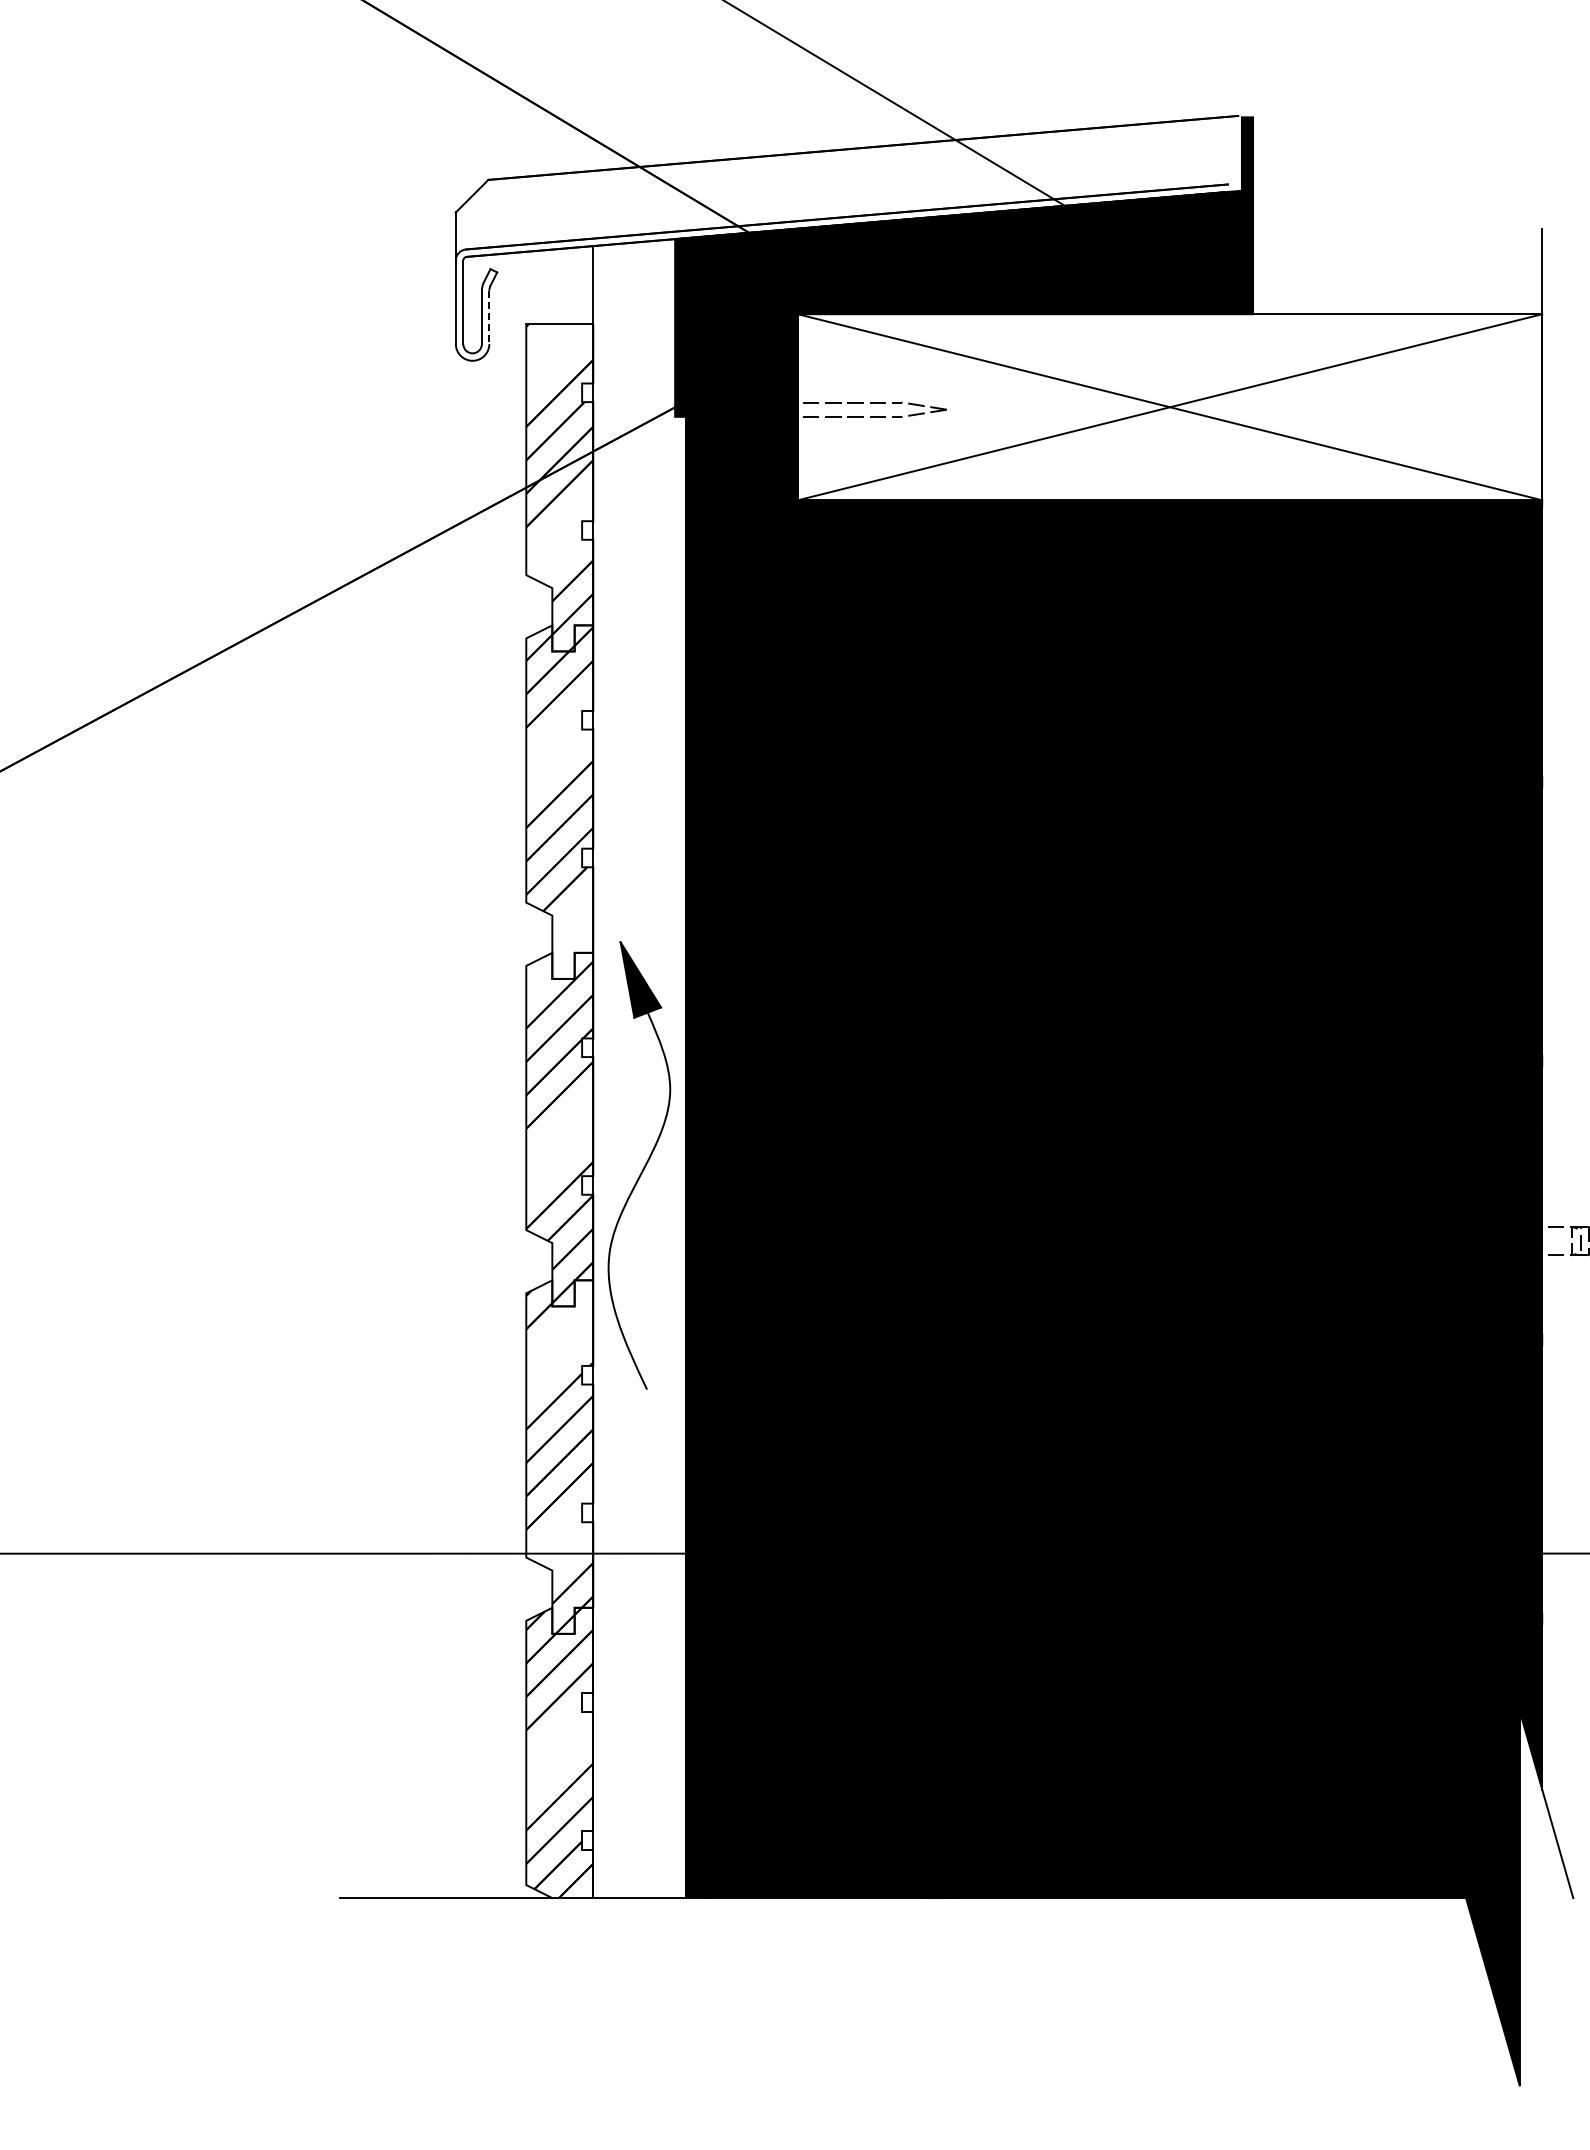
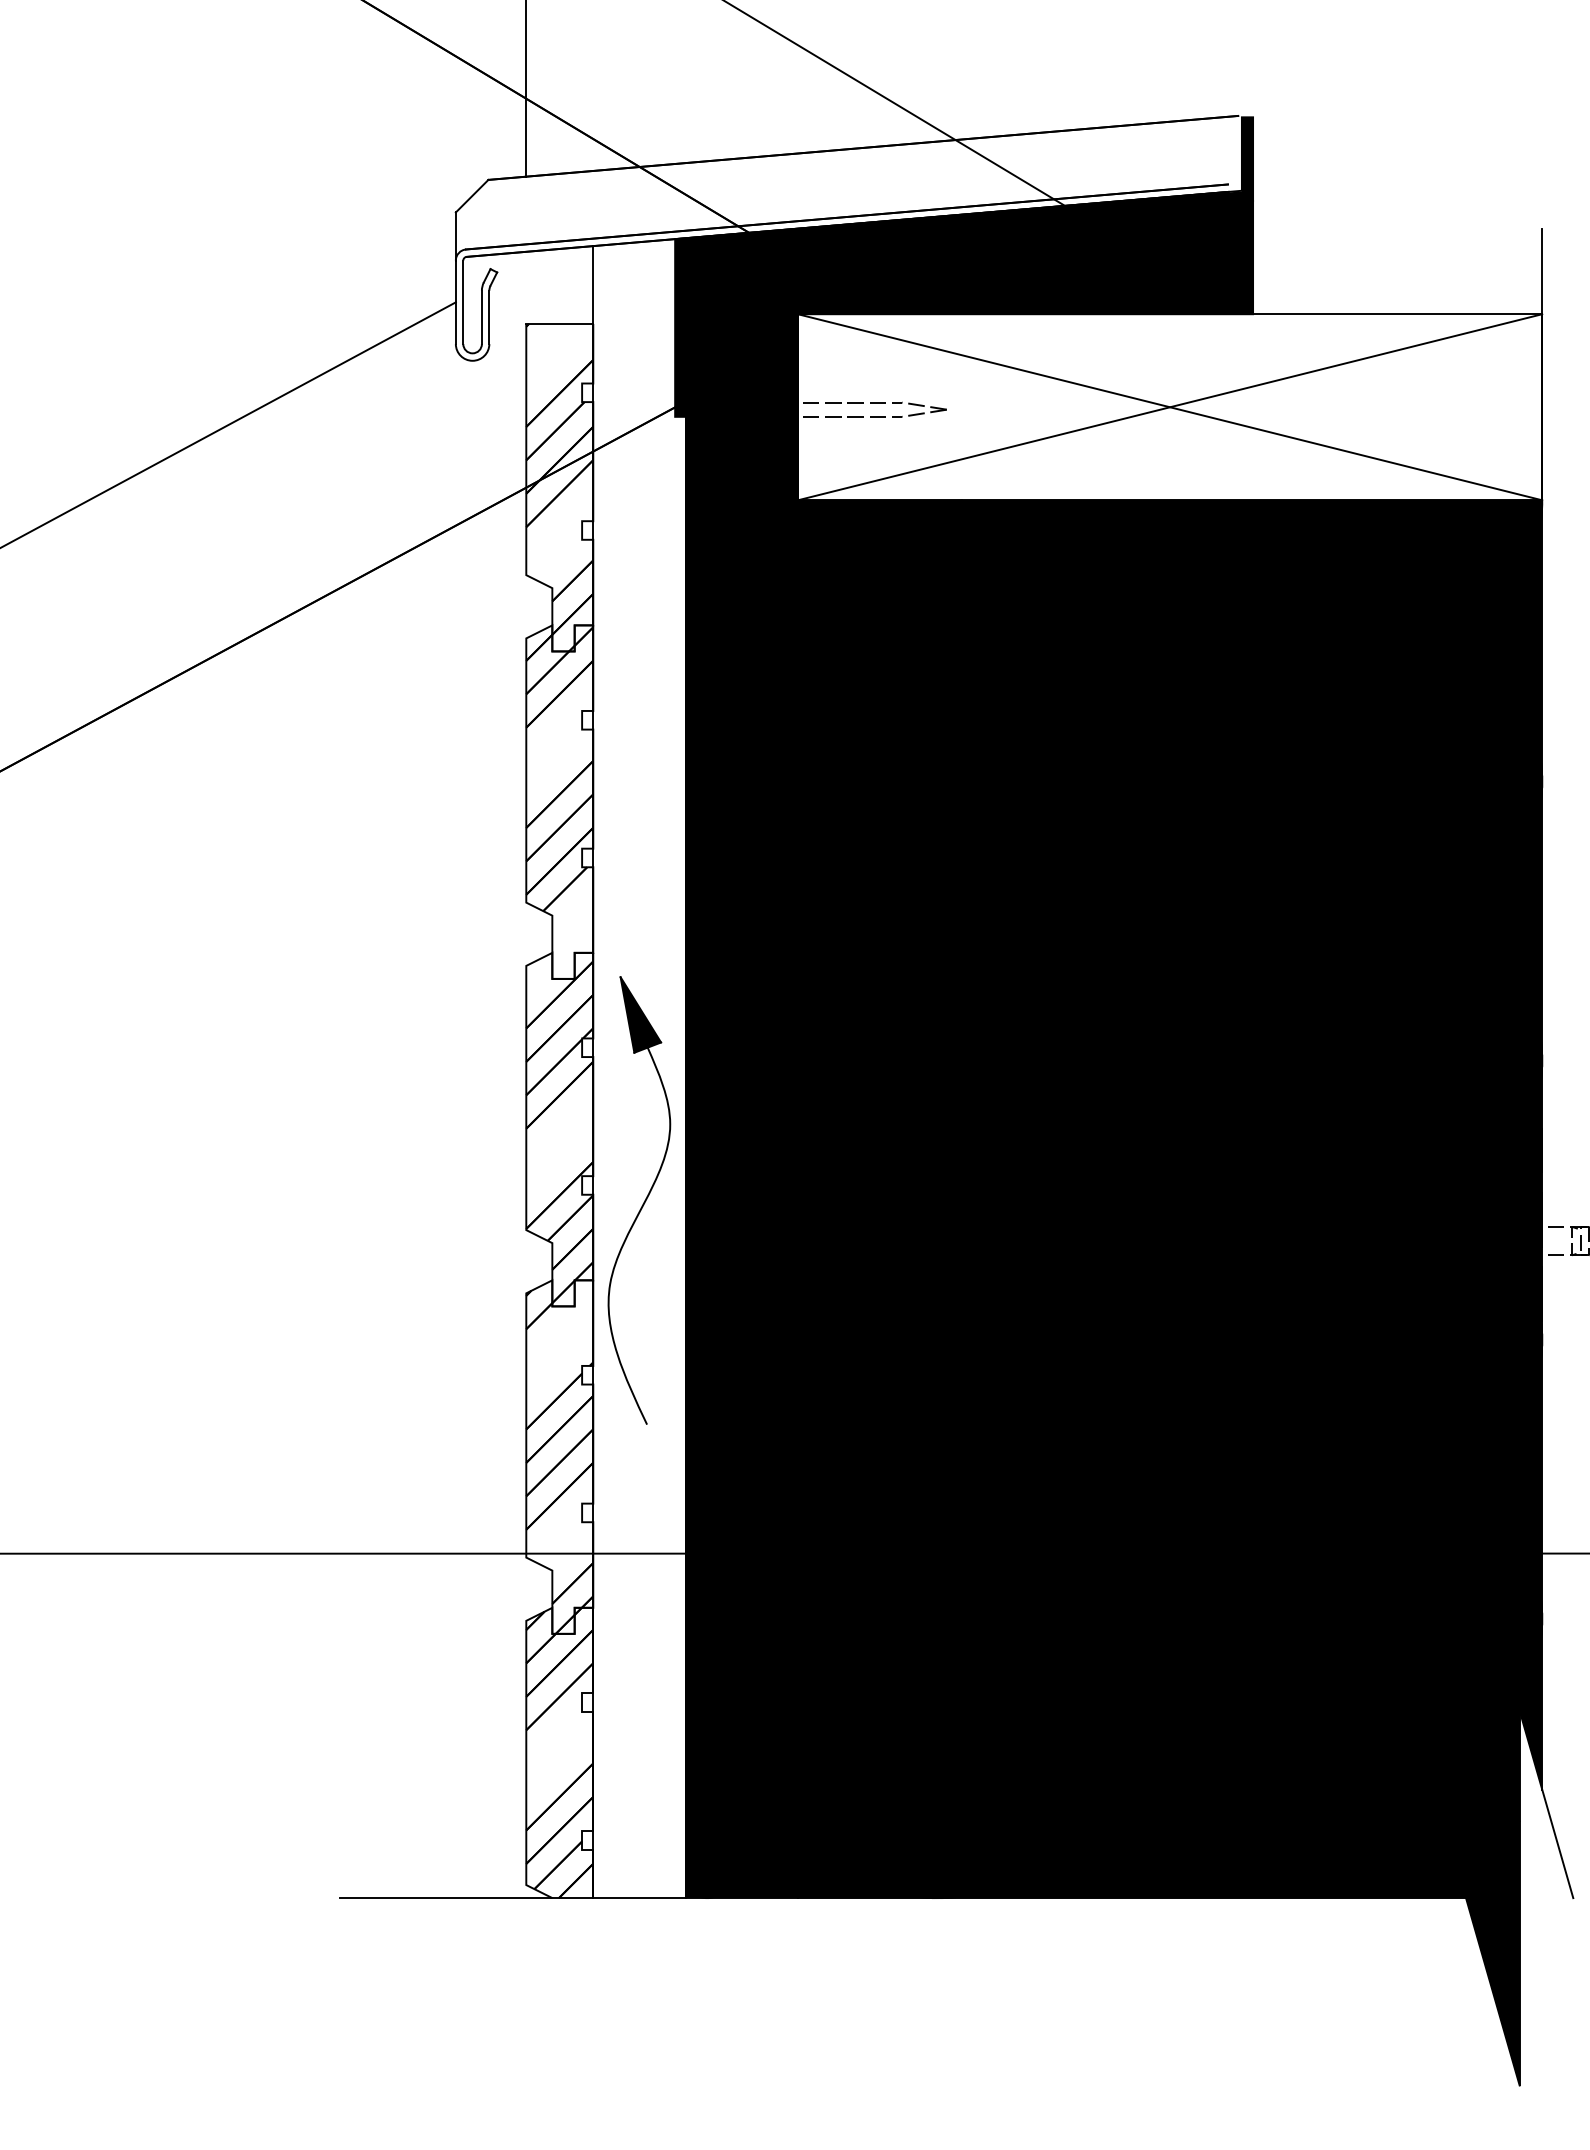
line at (526, 89): none -> present
line at (489, 317): dashed -> solid
line at (228, 424): none -> present
part at (639, 1165) position: (639, 1165) -> (639, 1200)
